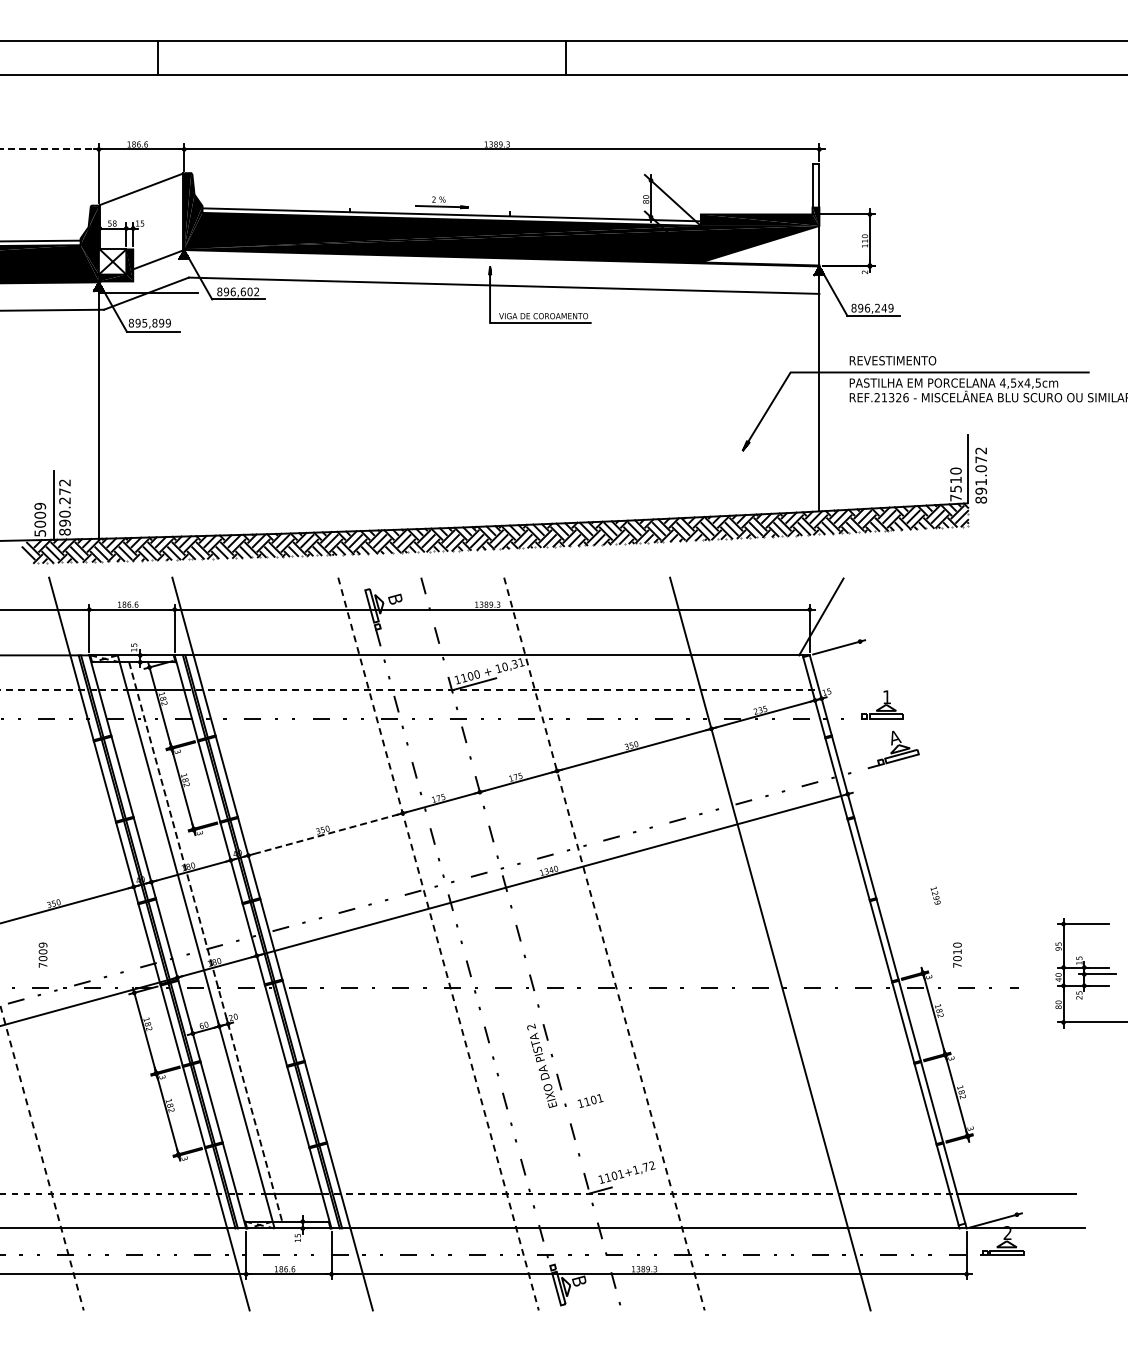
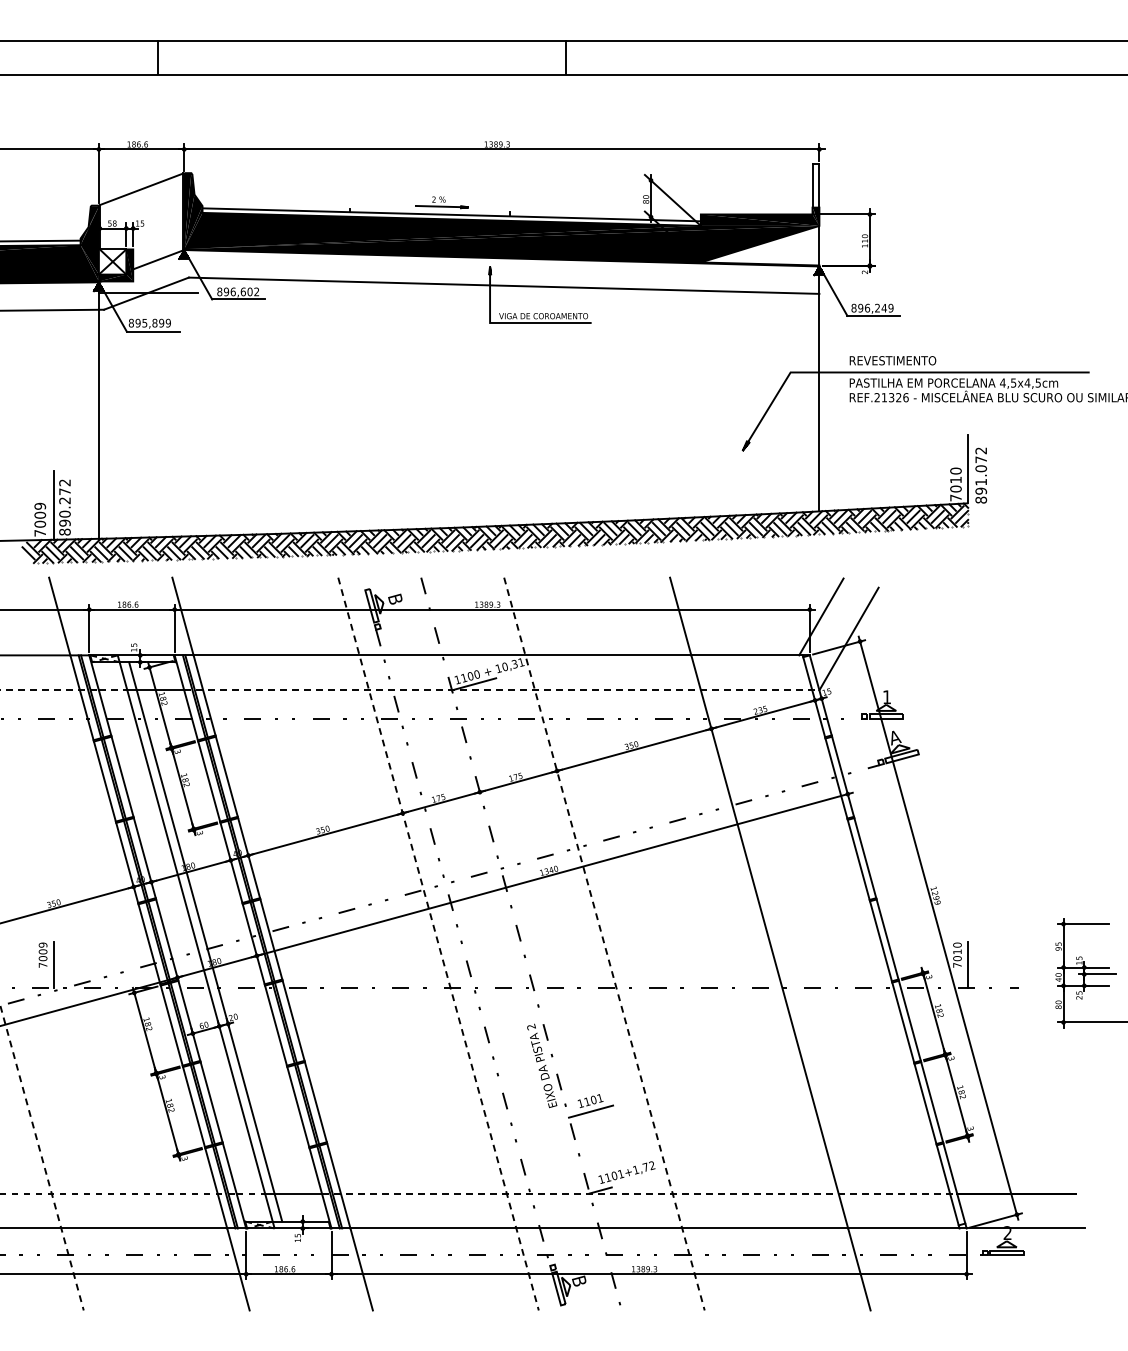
line at (52, 149): dashed -> solid
text at (955, 488): 7510 -> 7010
text at (40, 533): 5009 -> 7009
line at (848, 638): none -> present
line at (326, 834): dashed -> solid
line at (938, 927): none -> present
line at (205, 941): dashed -> solid
line at (53, 964): none -> present
line at (968, 964): none -> present
line at (590, 1111): none -> present
